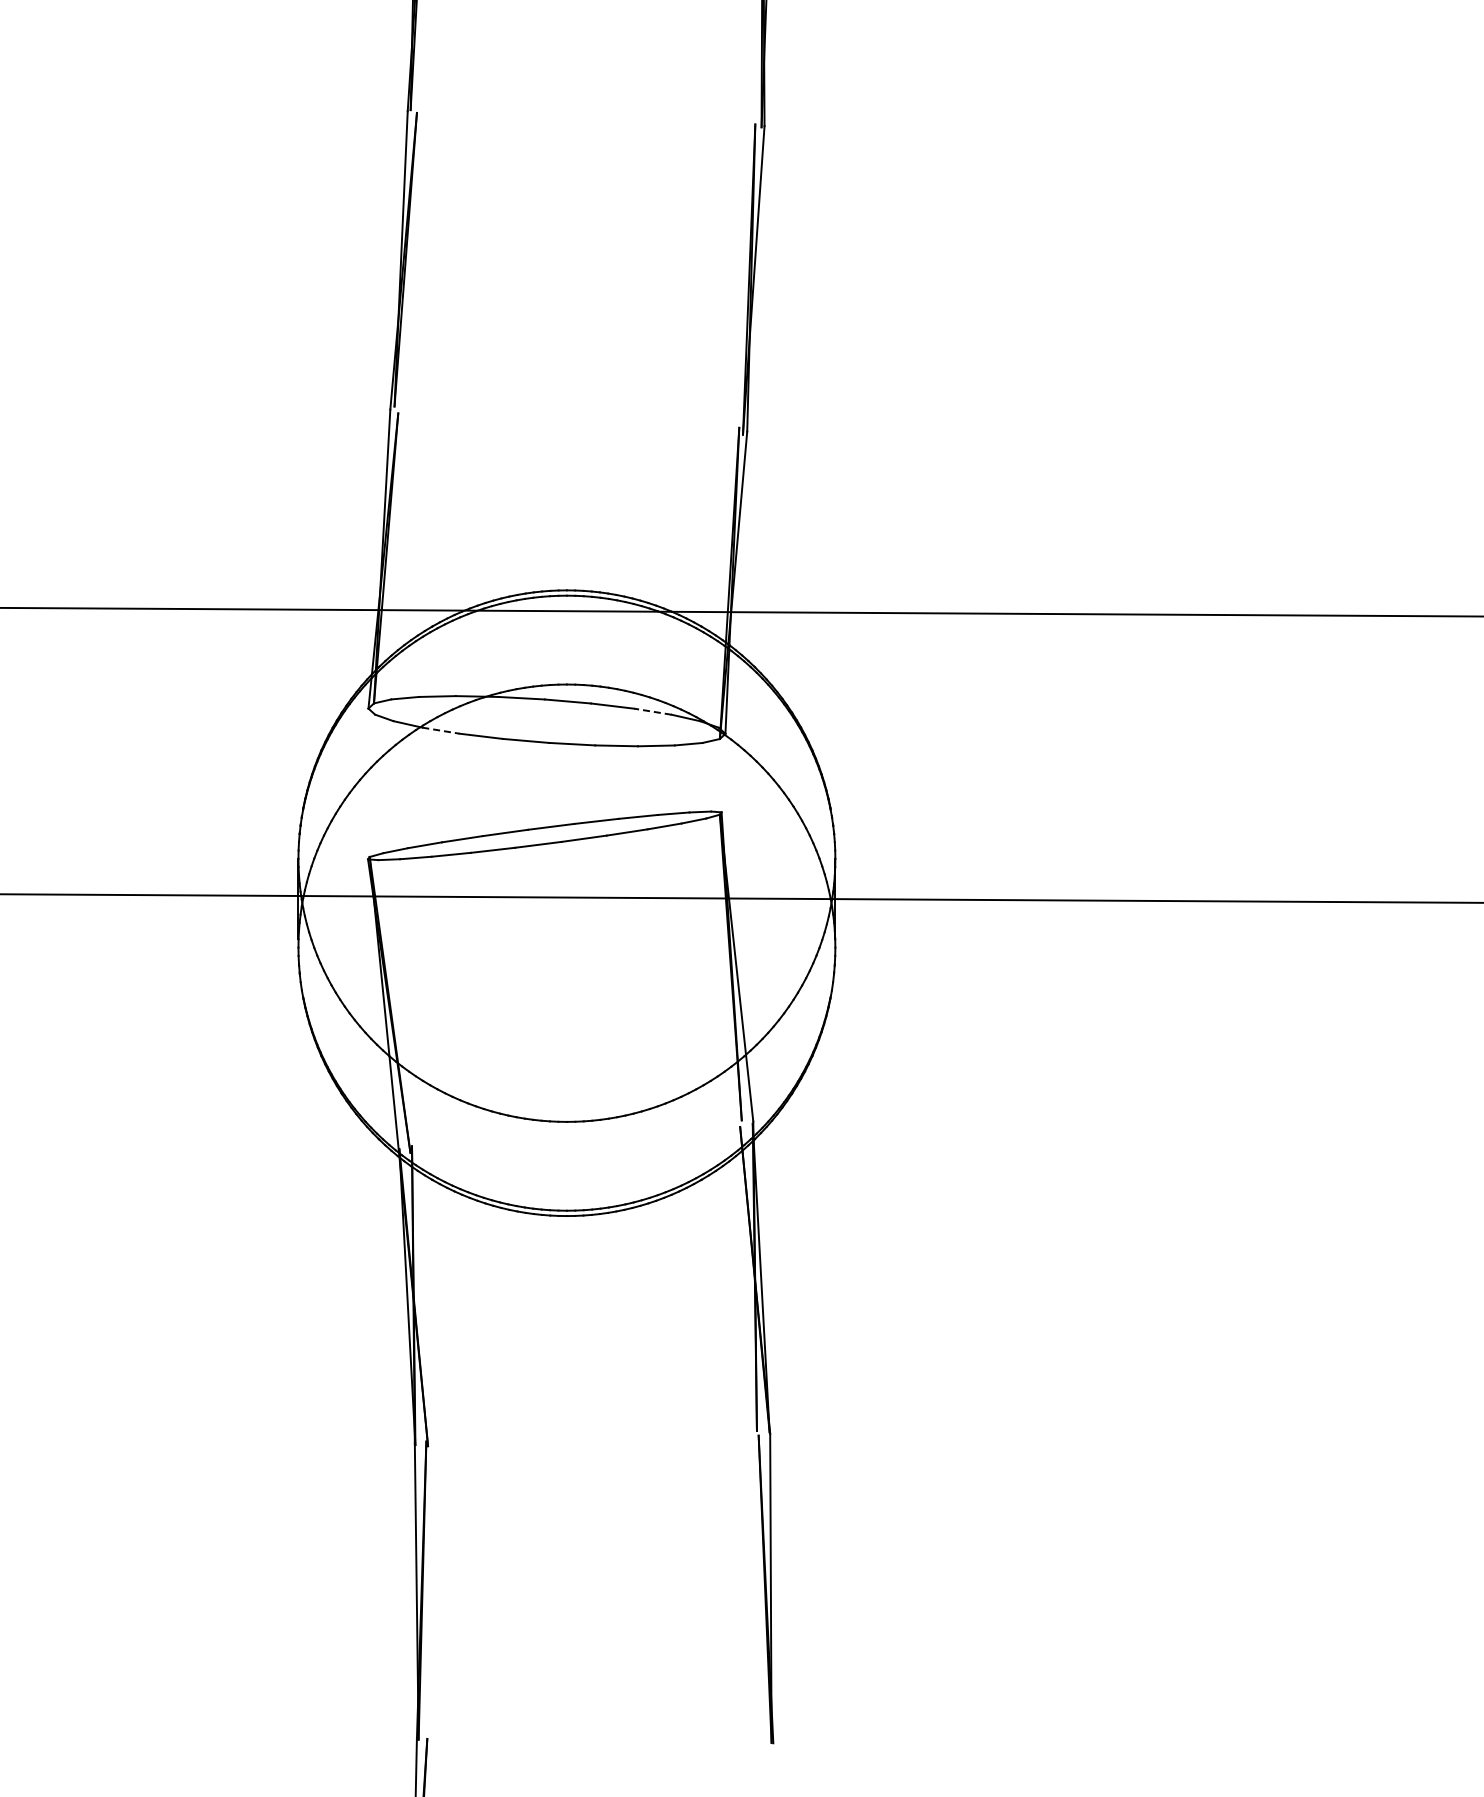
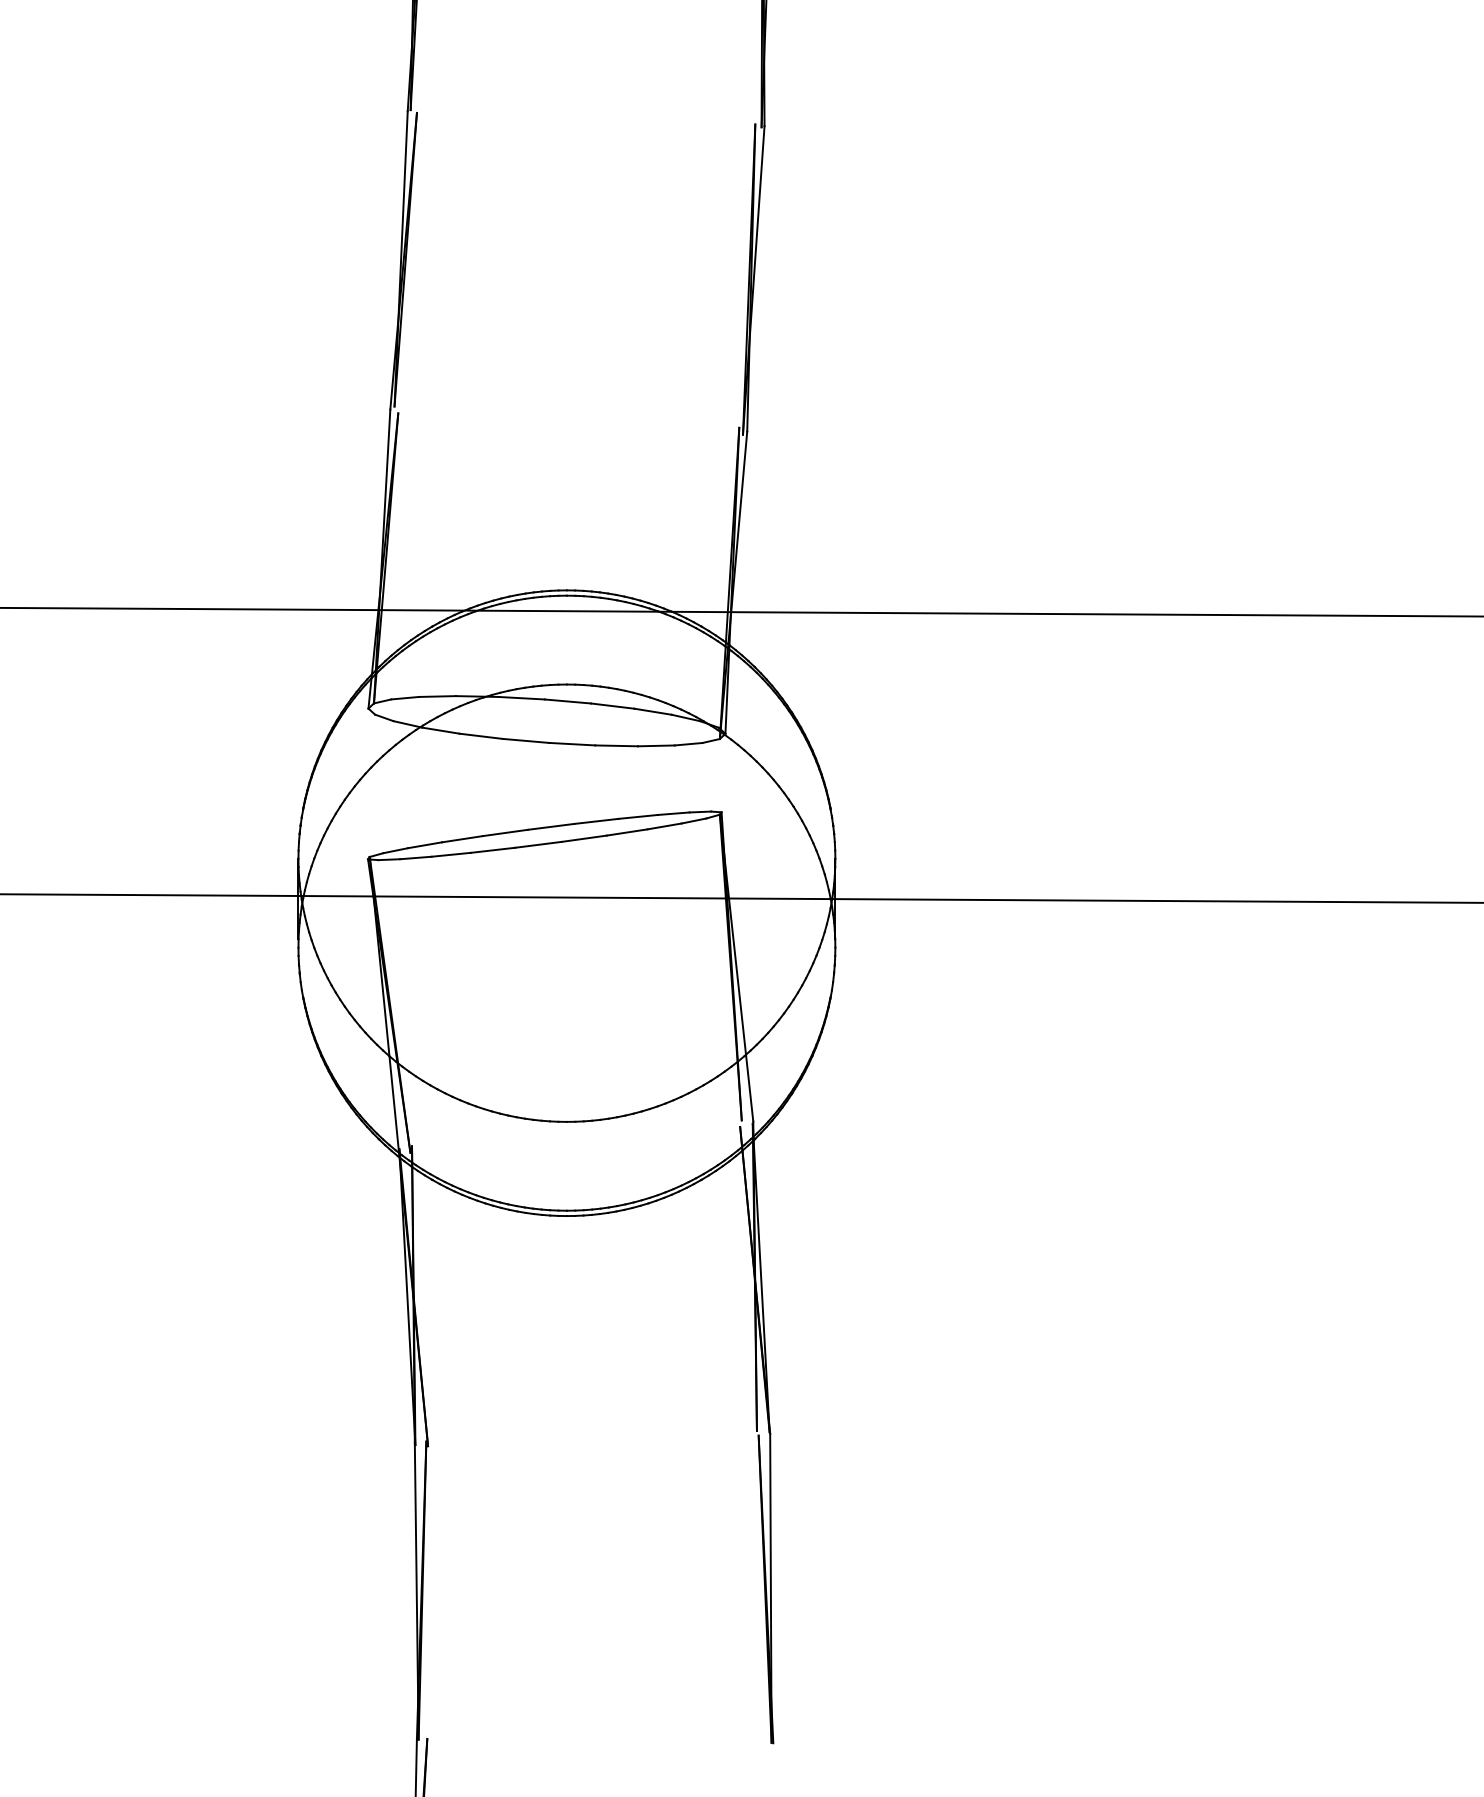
line at (653, 711): dashed -> solid
line at (440, 730): dashed -> solid
